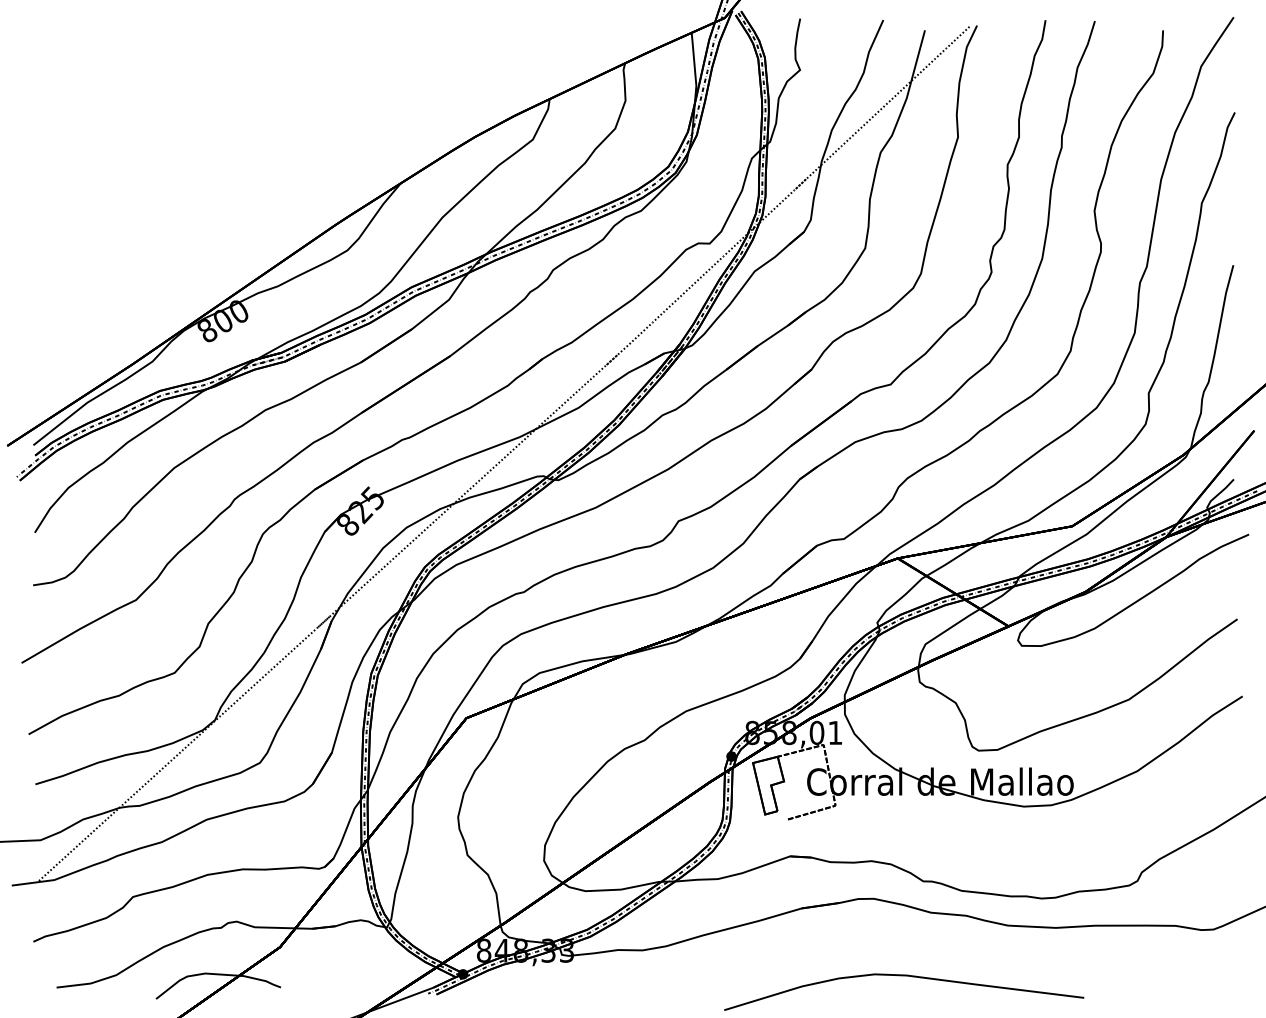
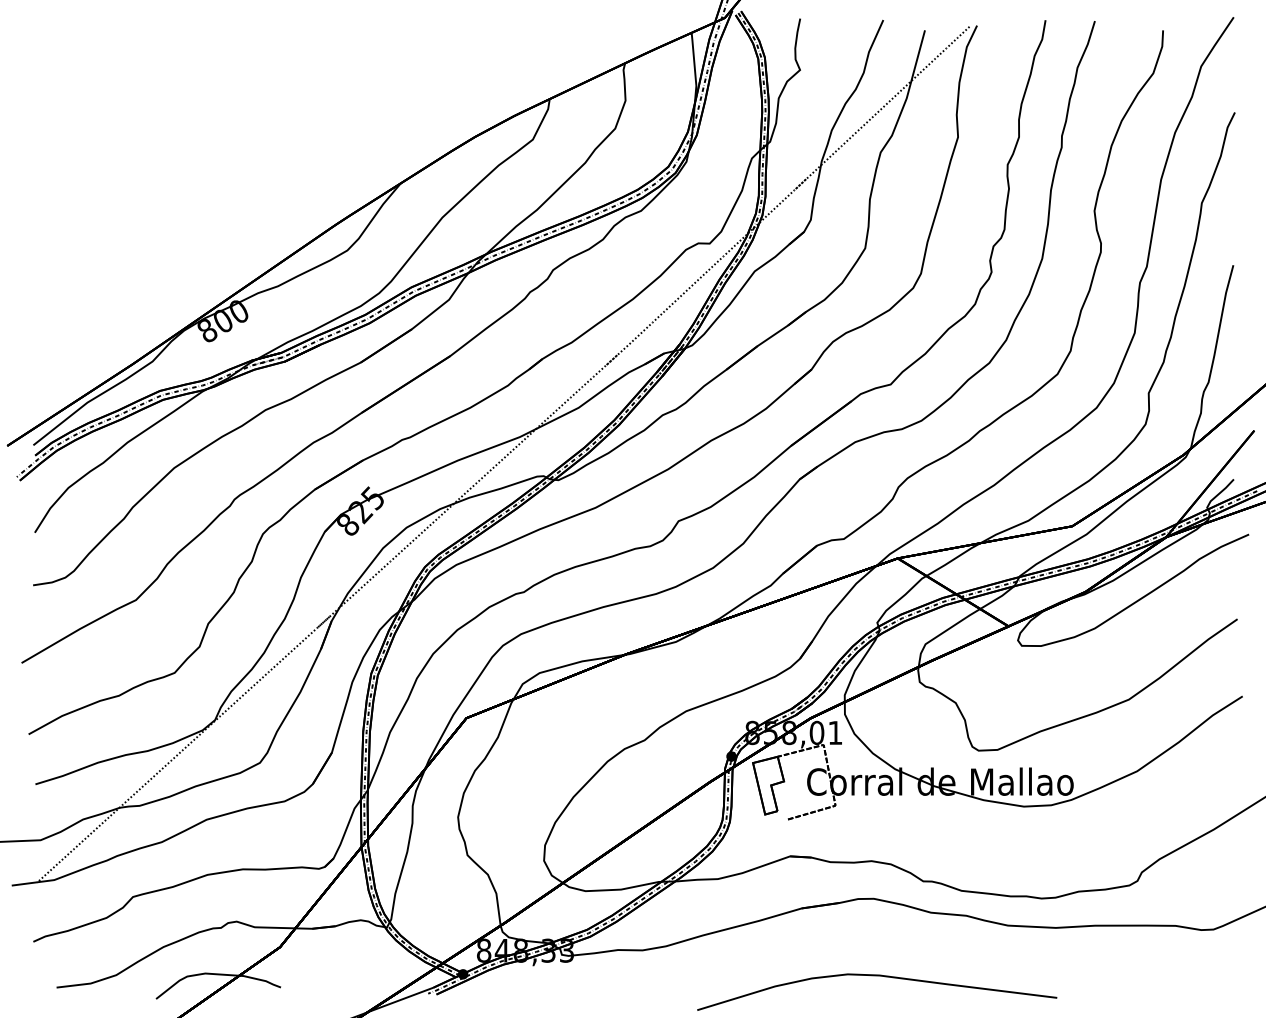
curve at (904, 976) position: (904, 976) -> (877, 976)
